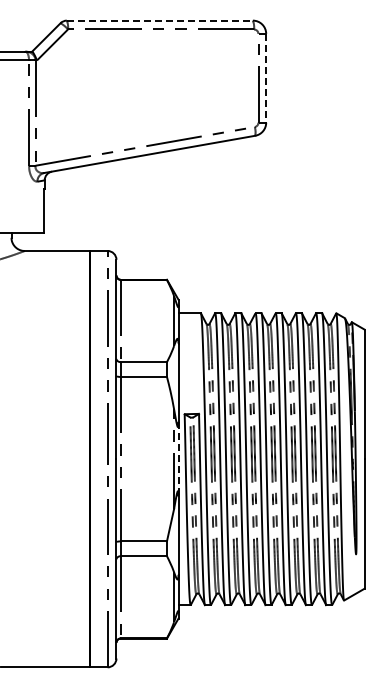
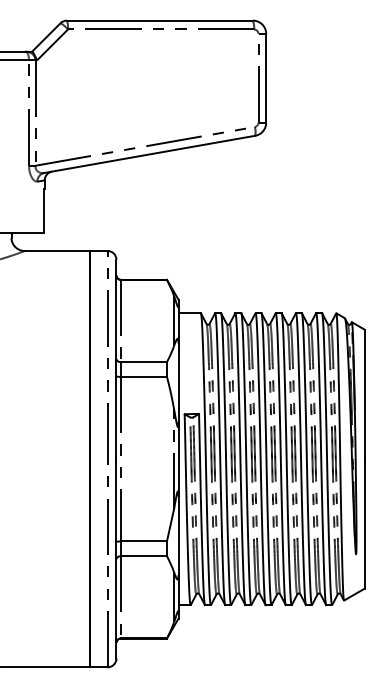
line at (160, 20): dashed -> solid
line at (266, 78): dashed -> solid
line at (178, 459): dashed -> solid
